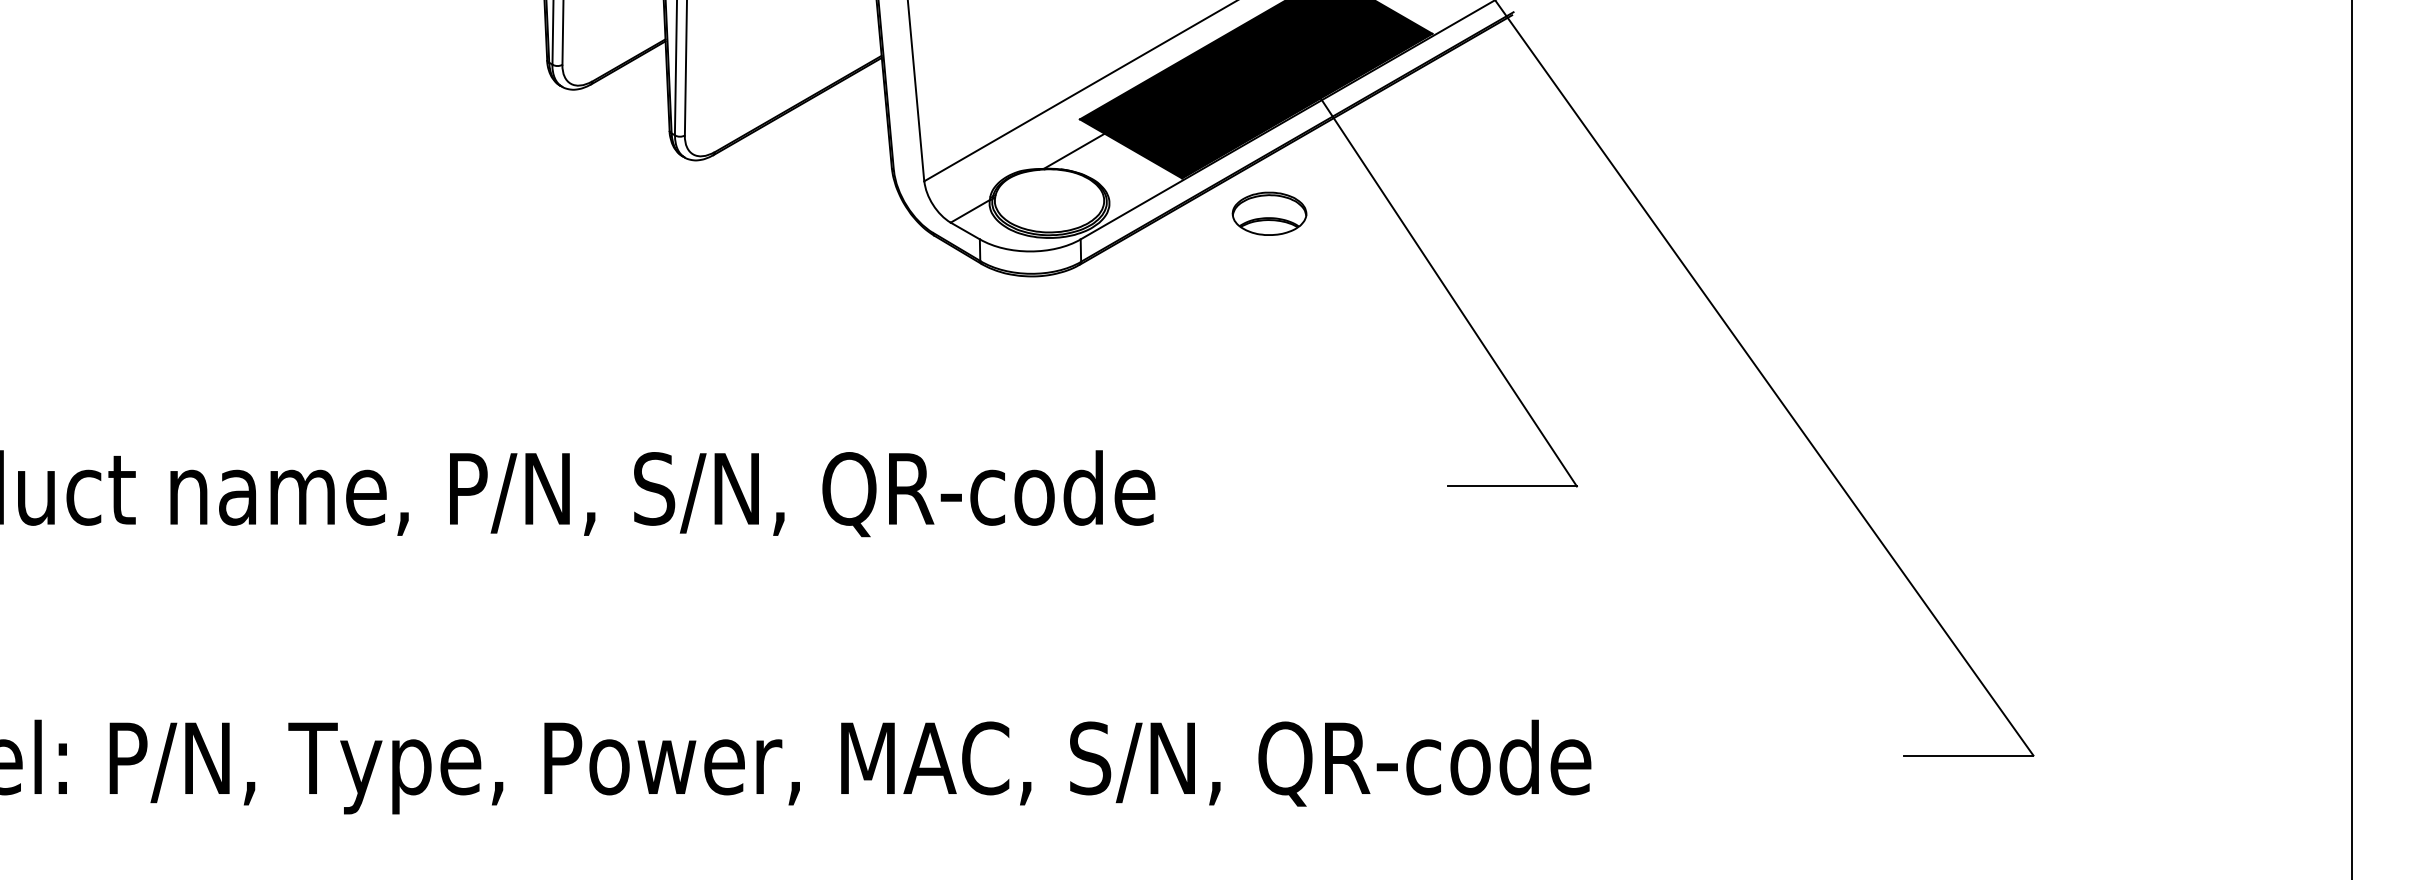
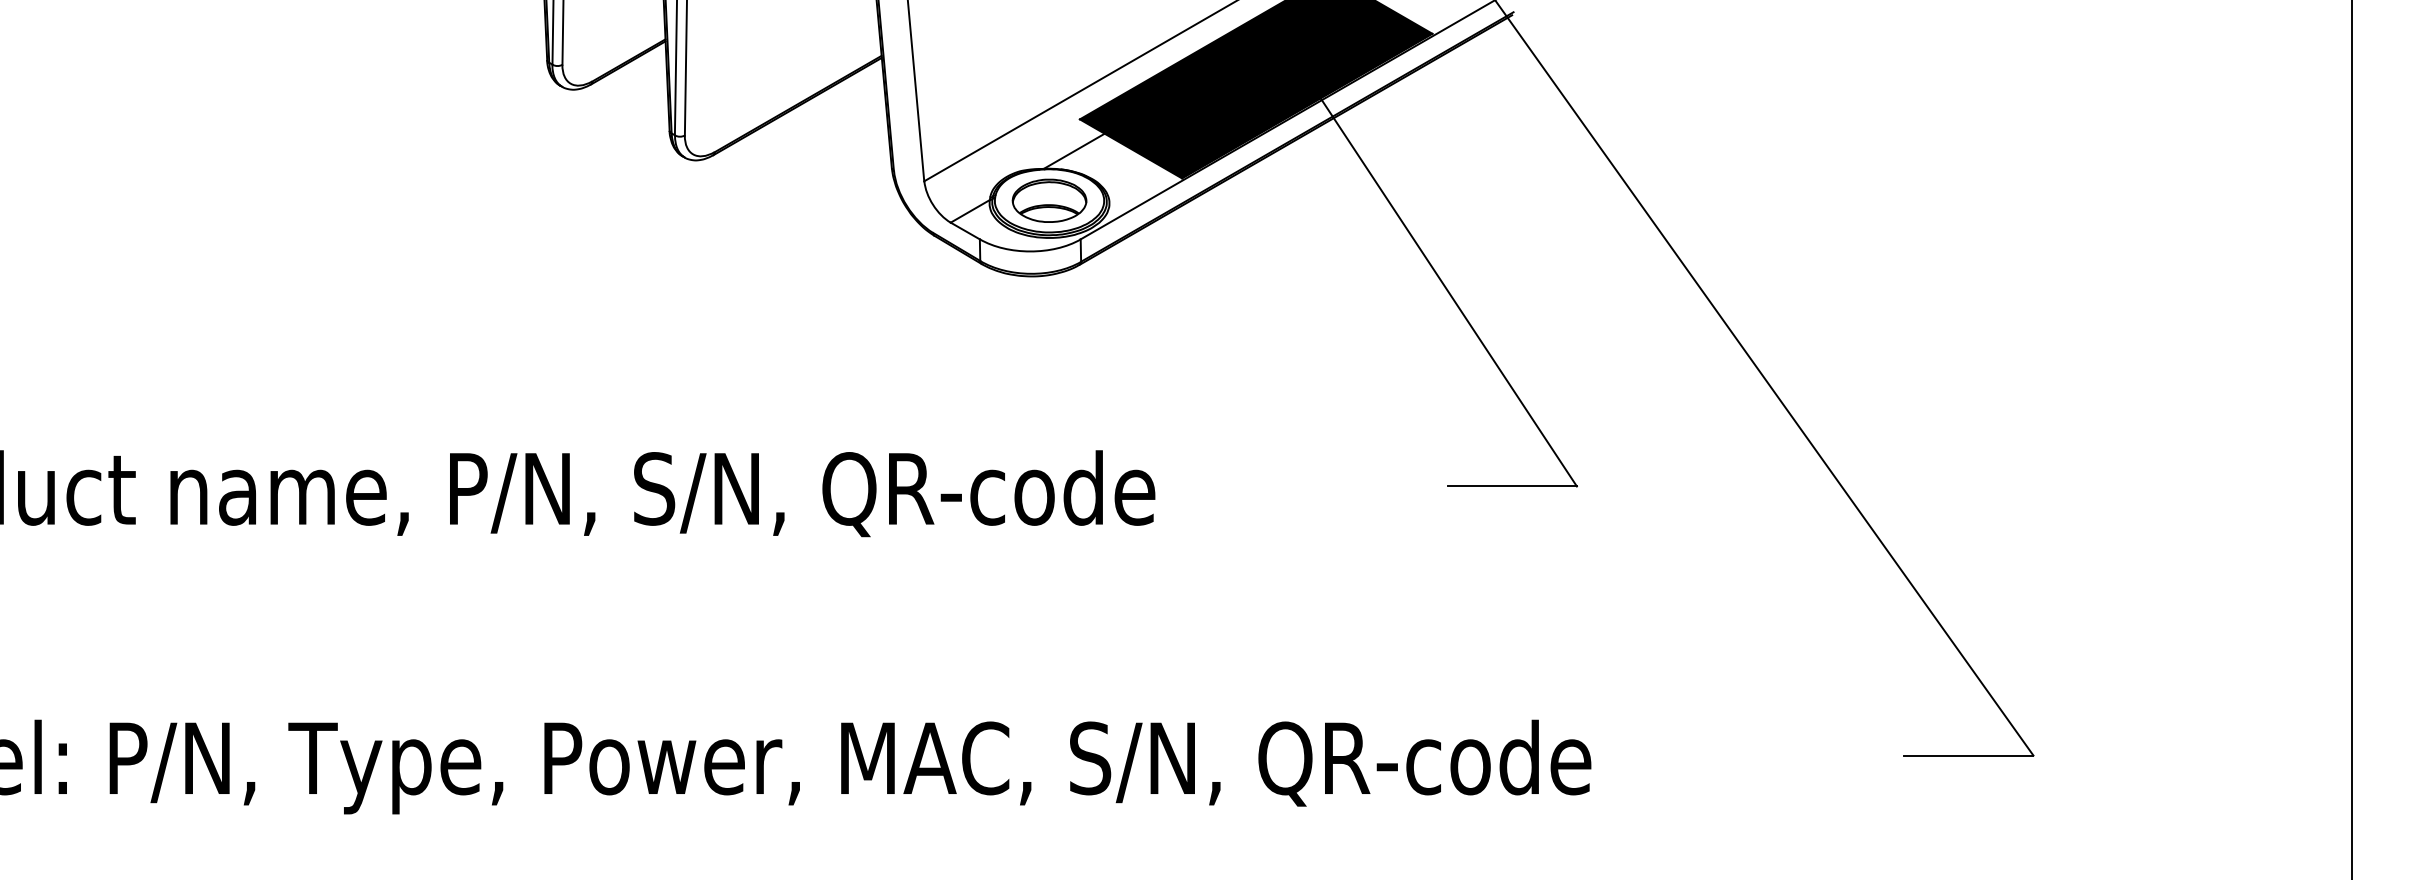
part at (1269, 213) position: (1269, 213) -> (1049, 200)
